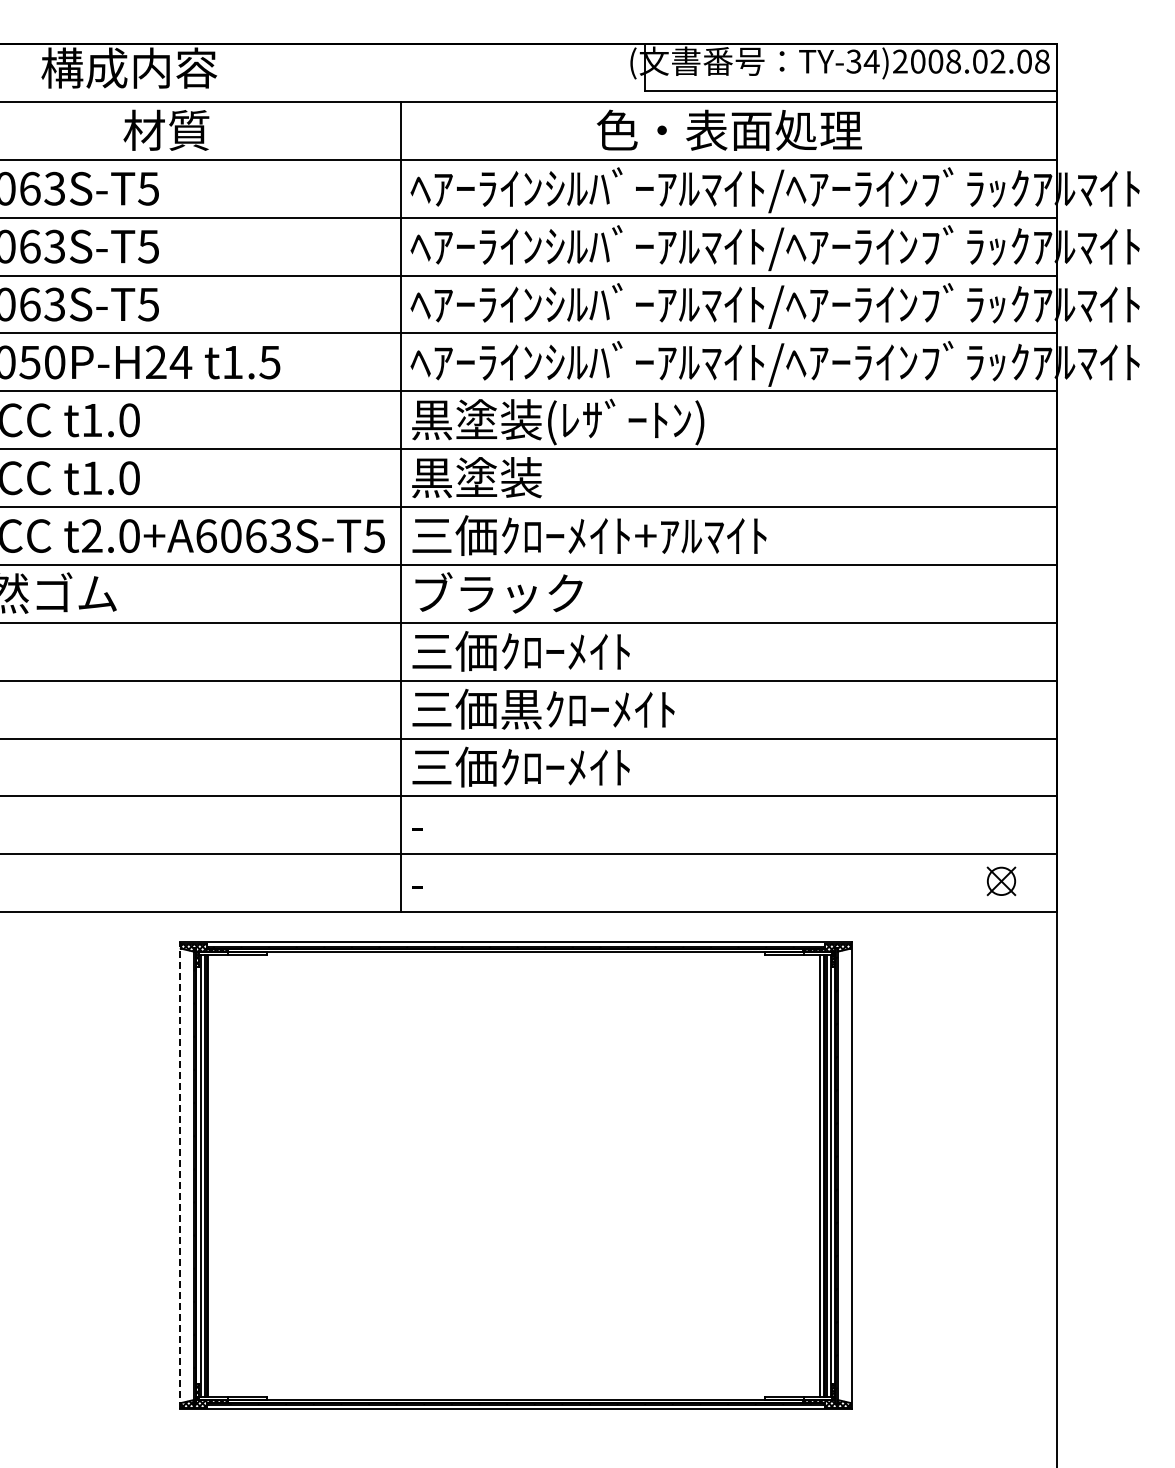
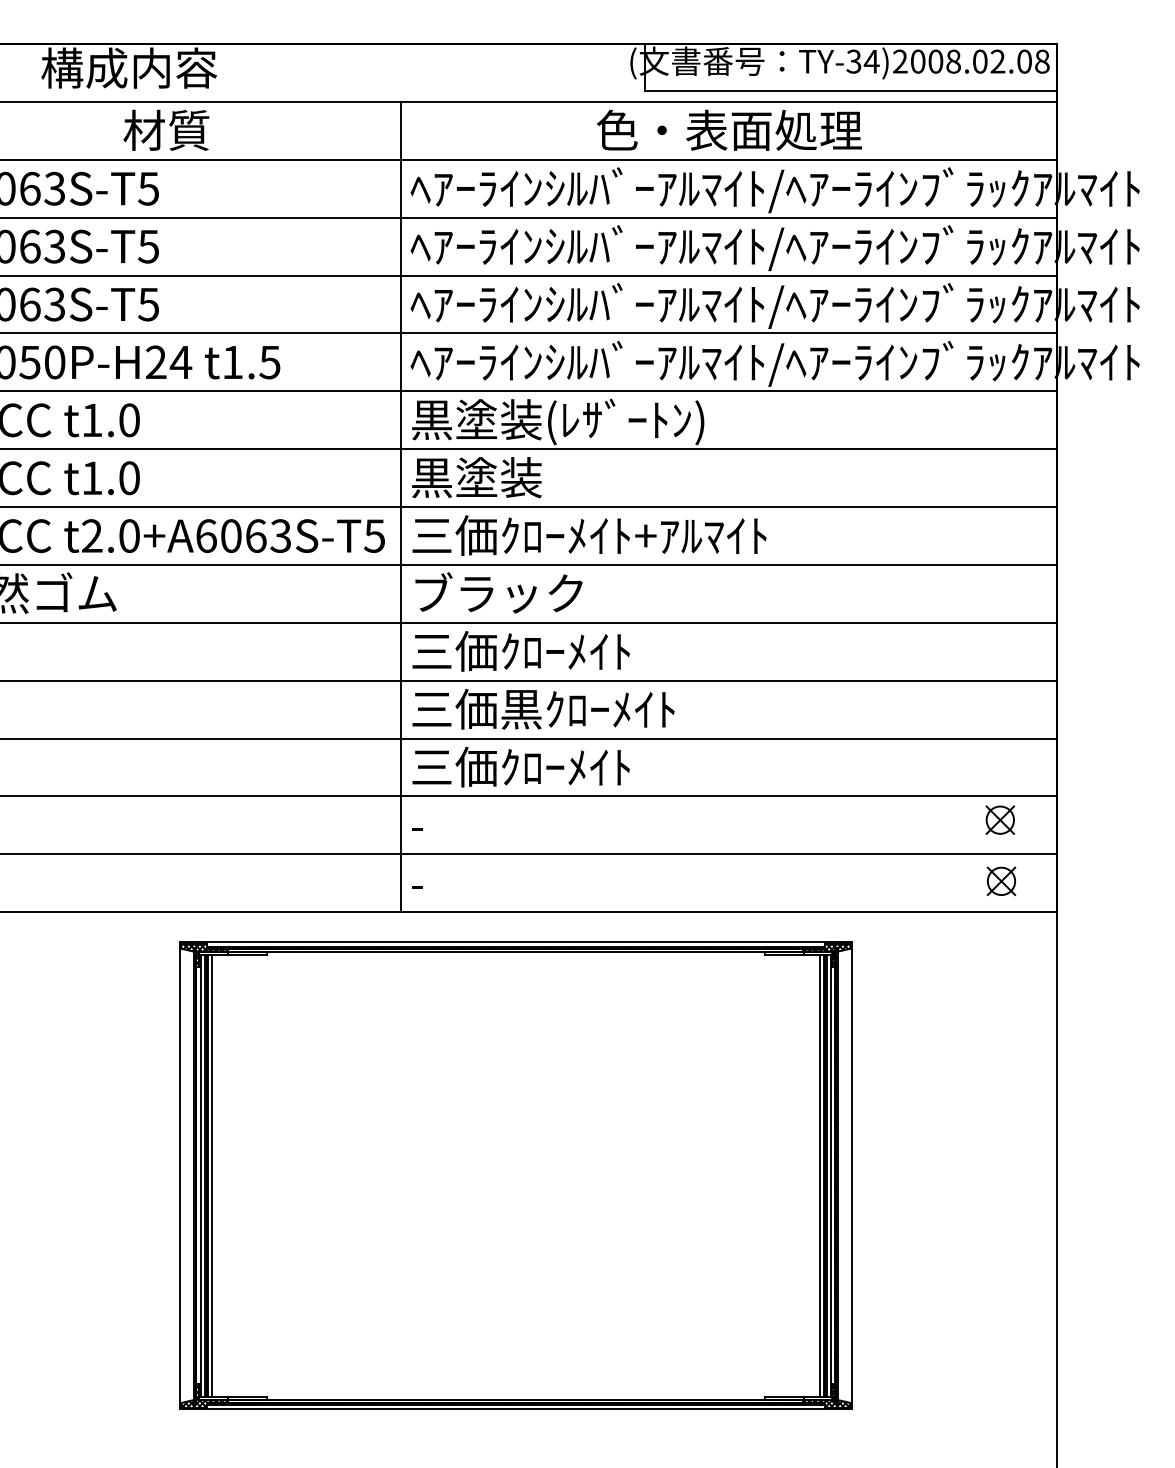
part at (1000, 819): none -> present
line at (180, 1175): dashed -> solid
line at (212, 1175): none -> present
